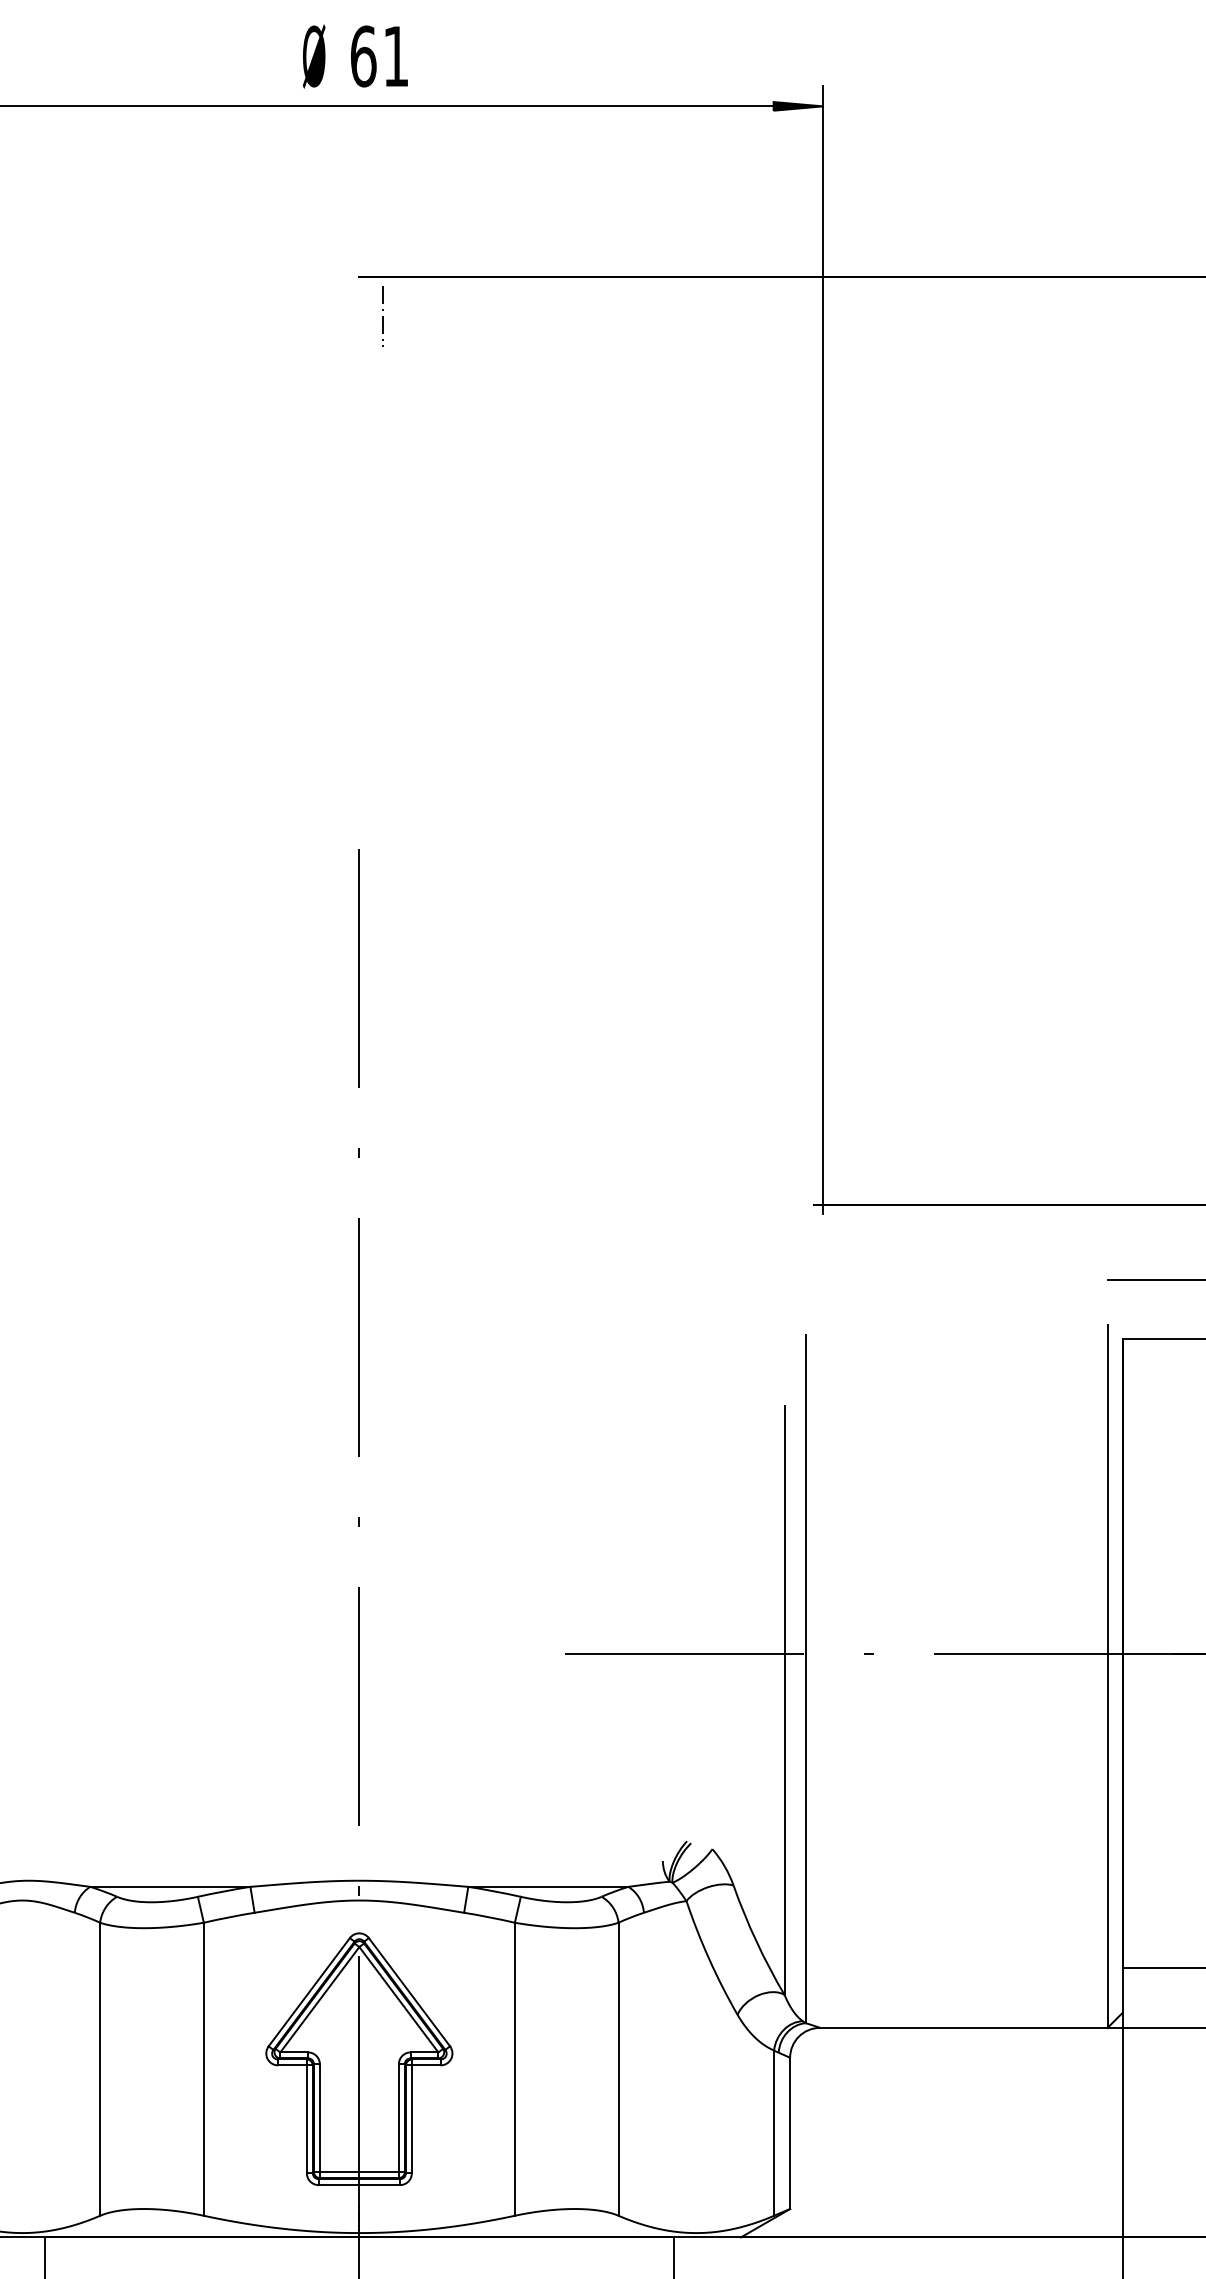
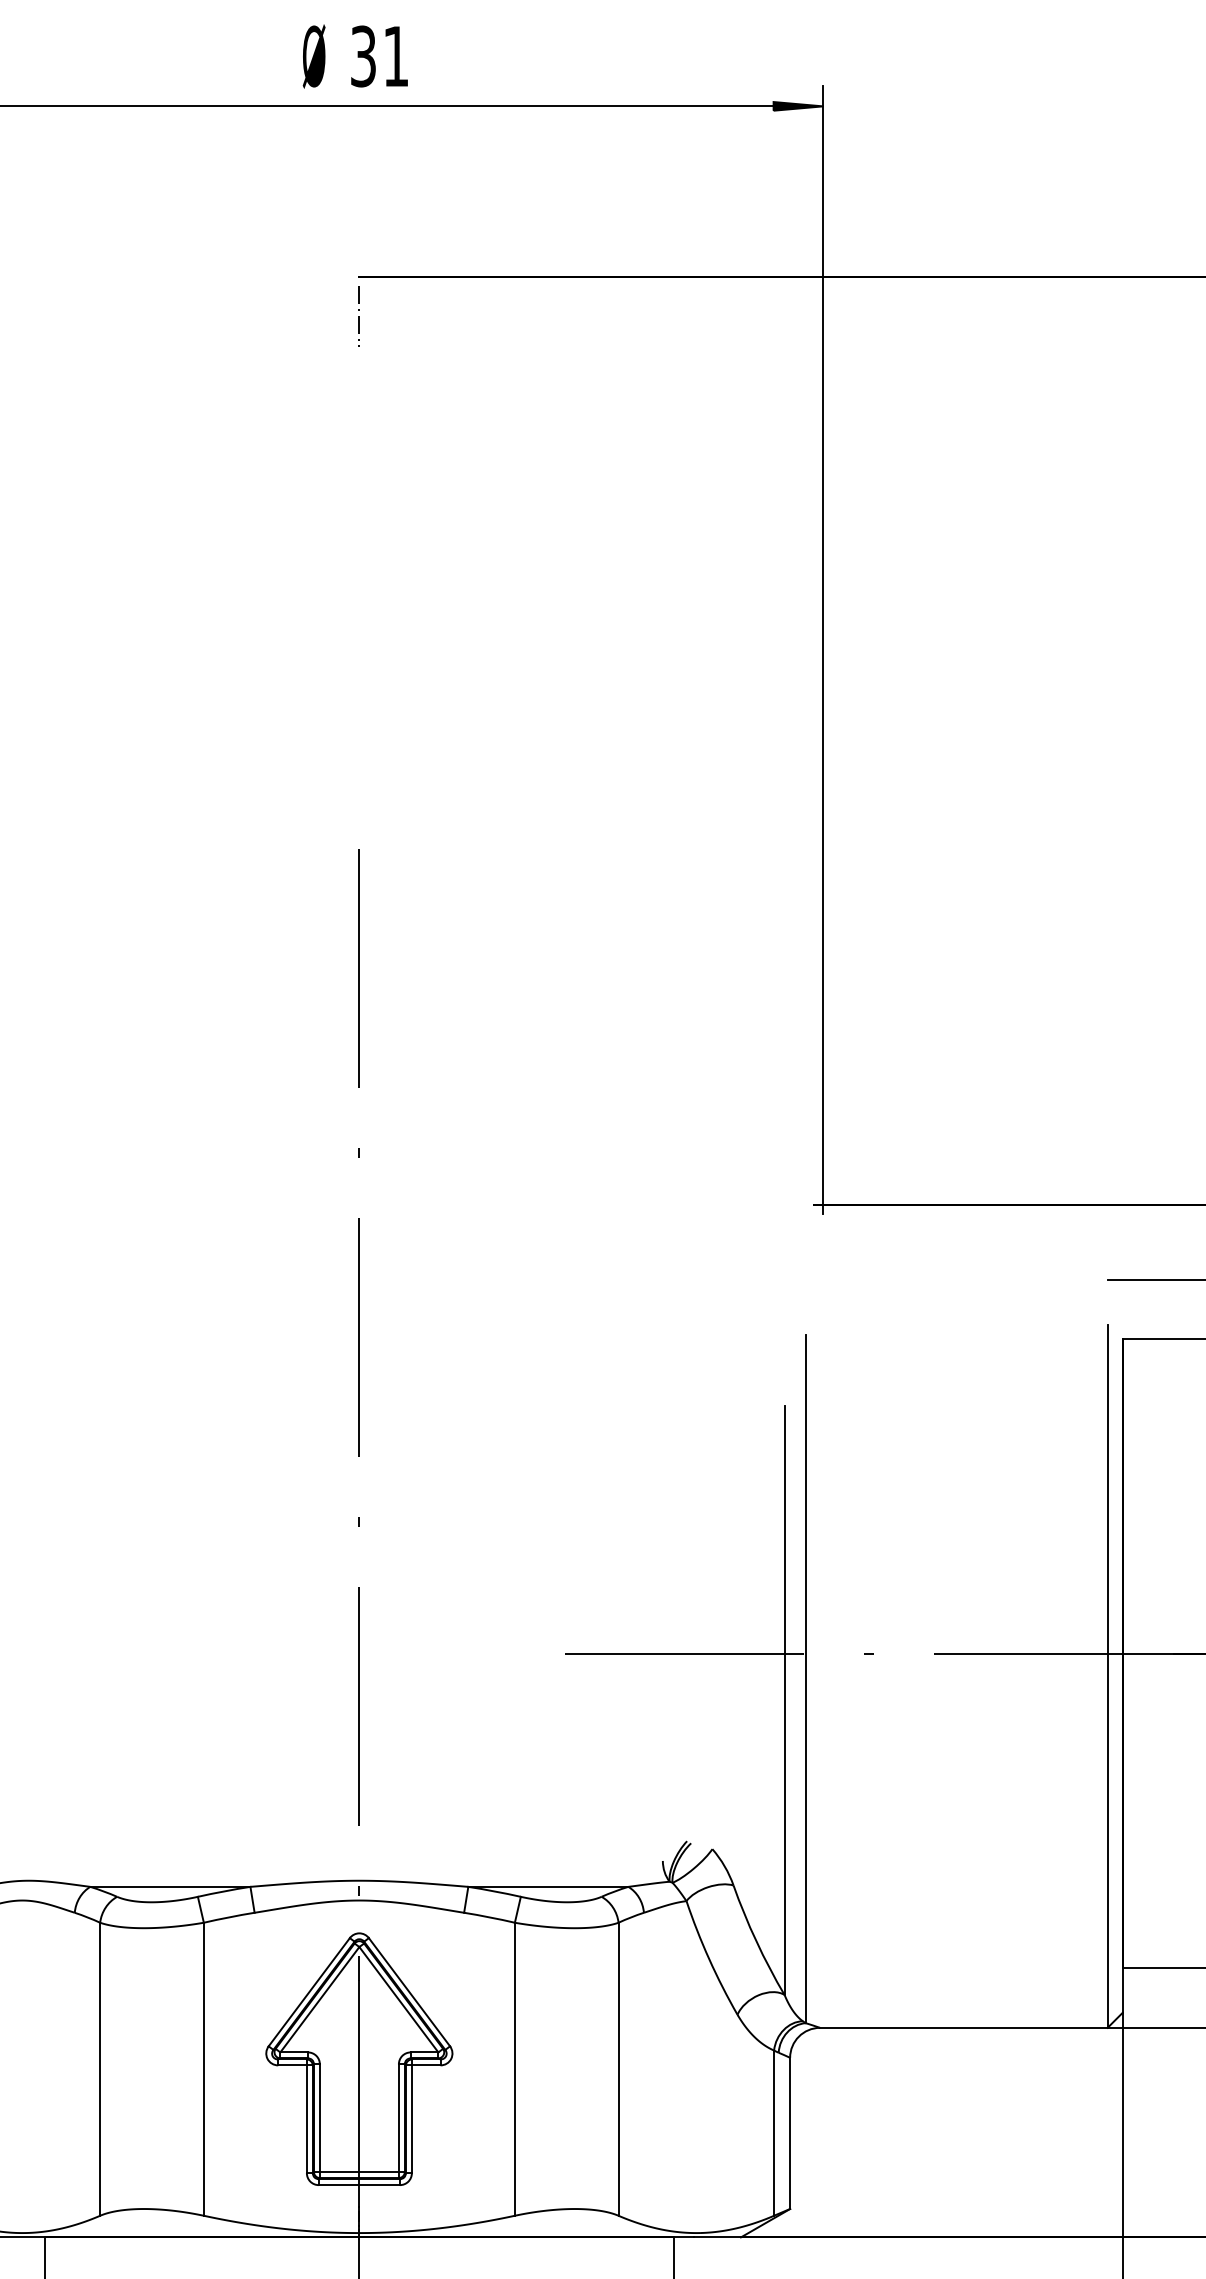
text at (363, 56): 61 -> 31
line at (382, 316) position: (382, 316) -> (358, 316)
